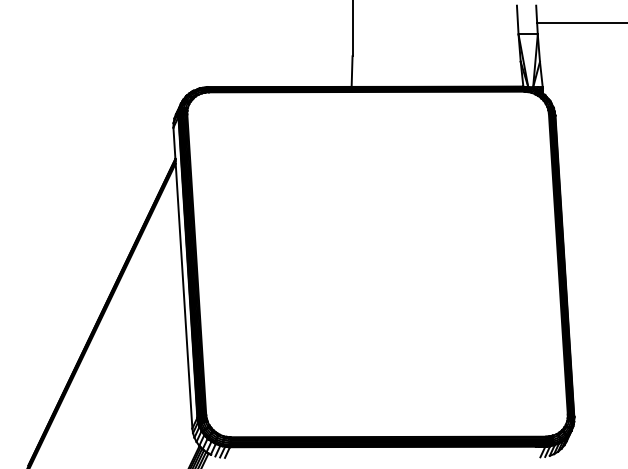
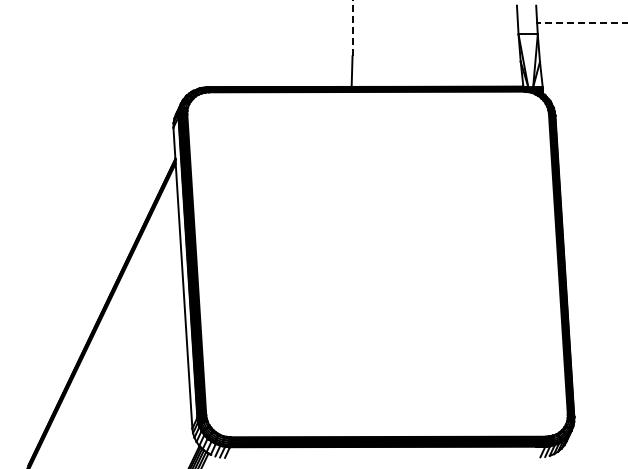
line at (582, 22): solid -> dashed
line at (352, 28): solid -> dashed
